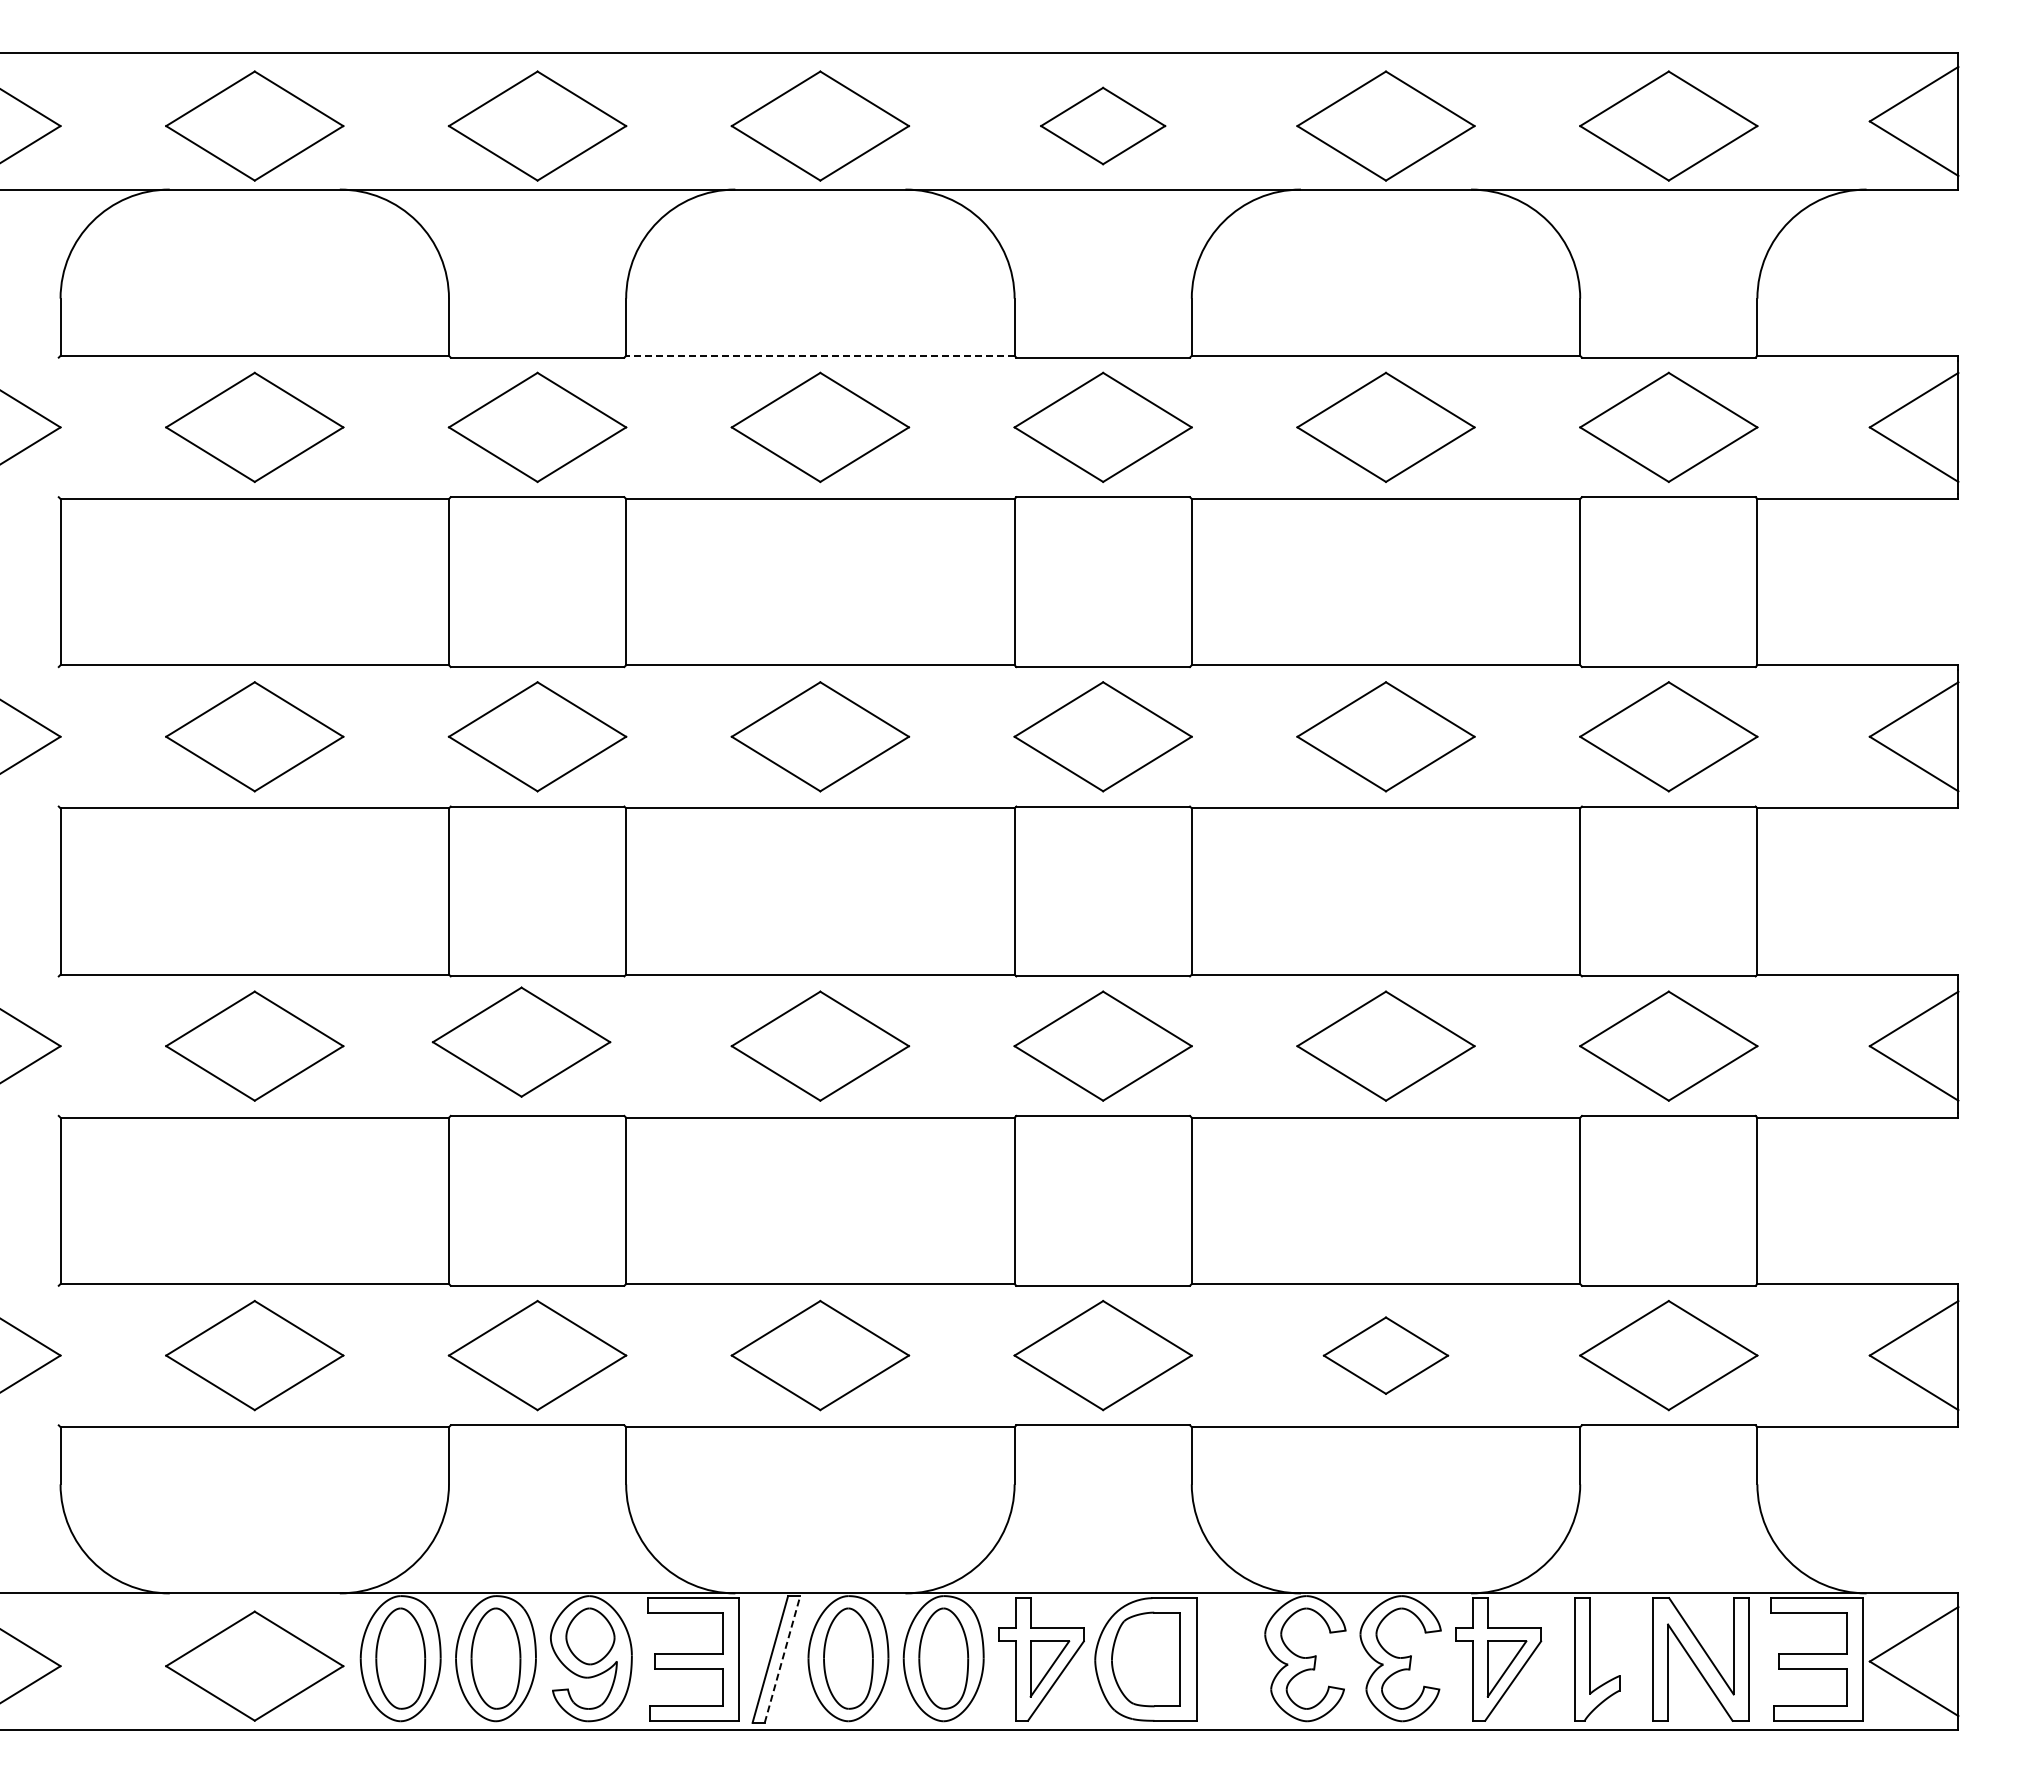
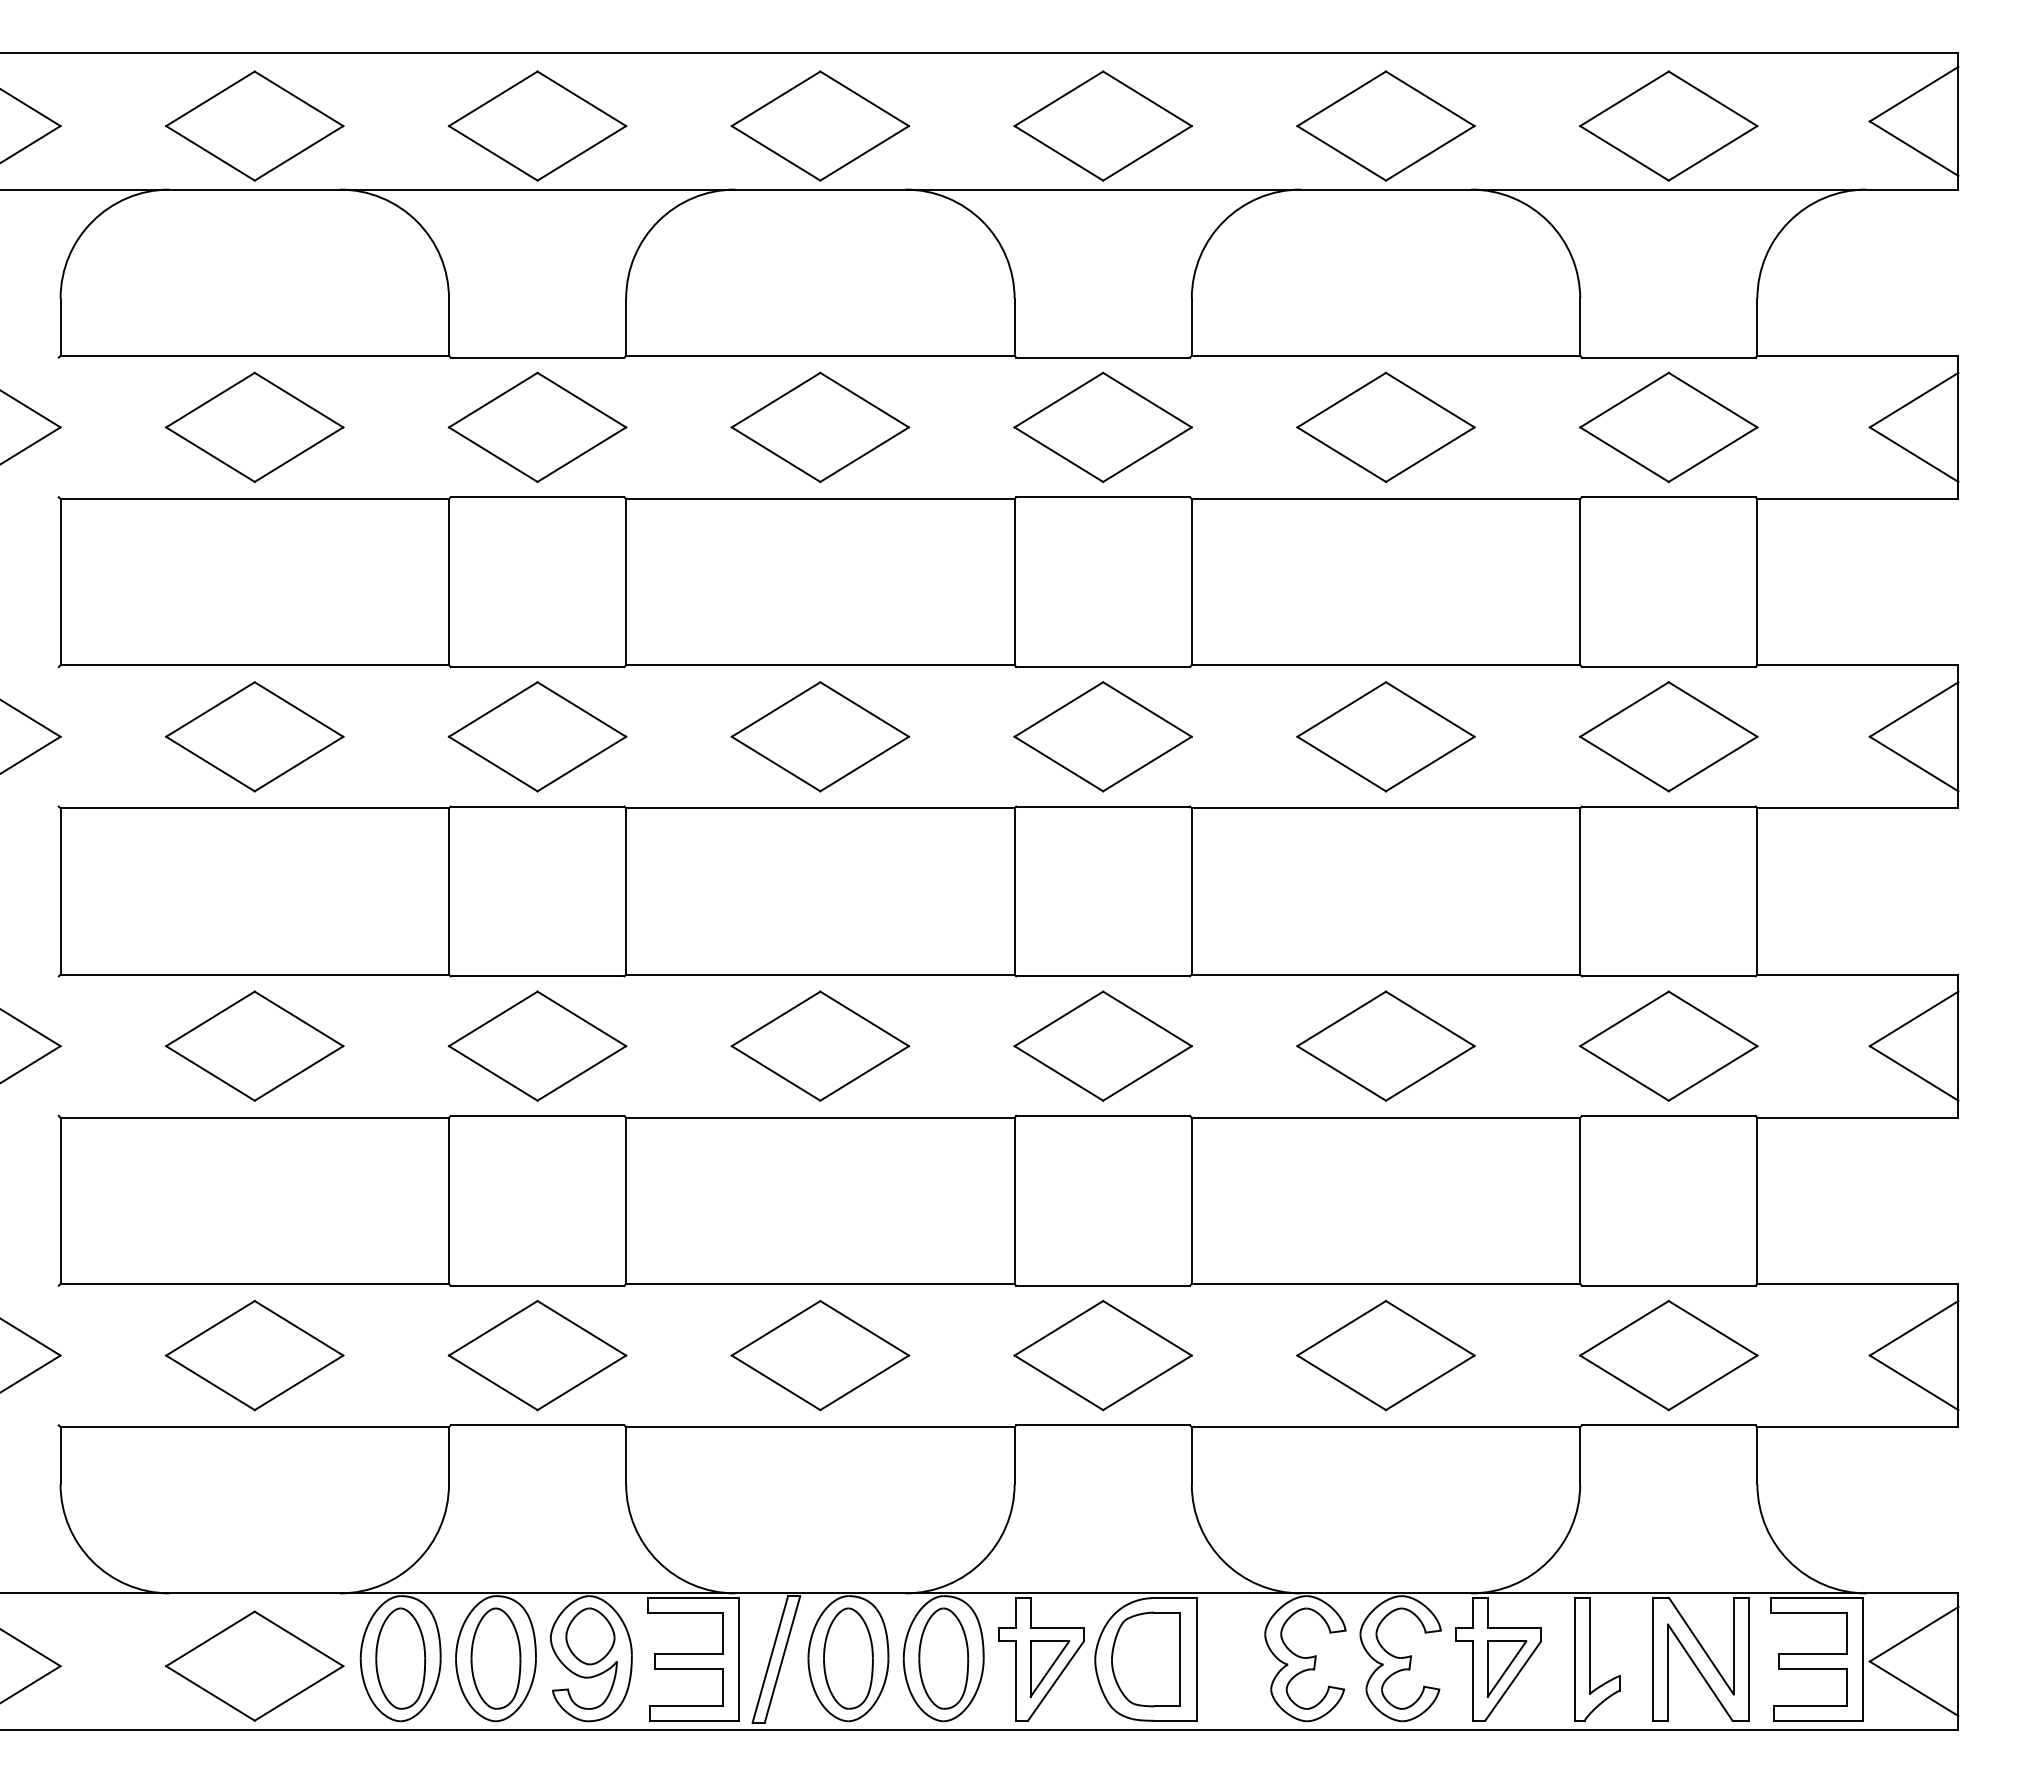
part at (1103, 125) size: 127x80 px -> 180x112 px
line at (819, 355): dashed -> solid
part at (521, 1041) position: (521, 1041) -> (537, 1045)
part at (1385, 1355) size: 128x79 px -> 180x112 px
line at (782, 1659): dashed -> solid
